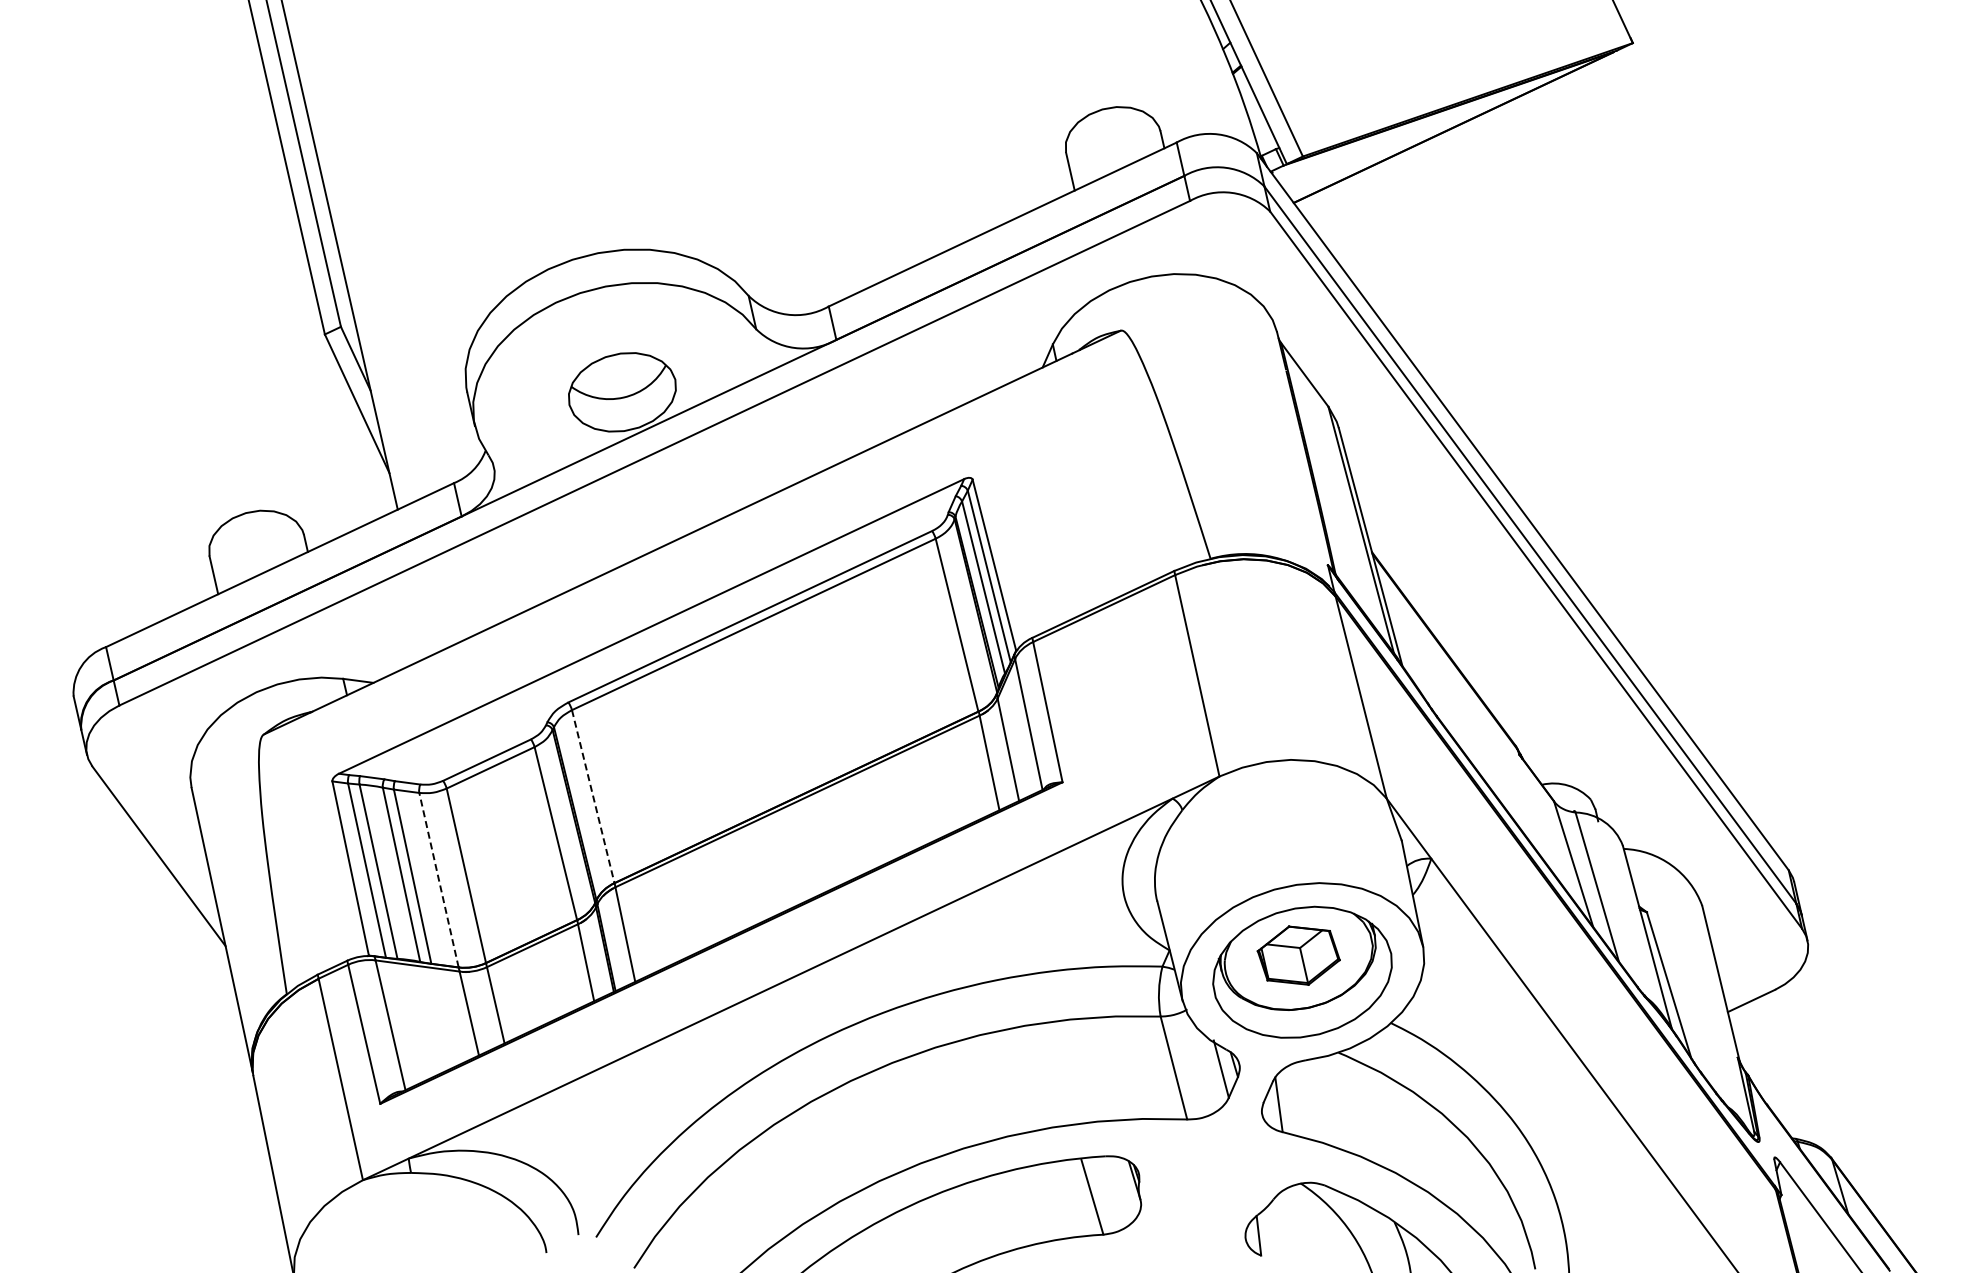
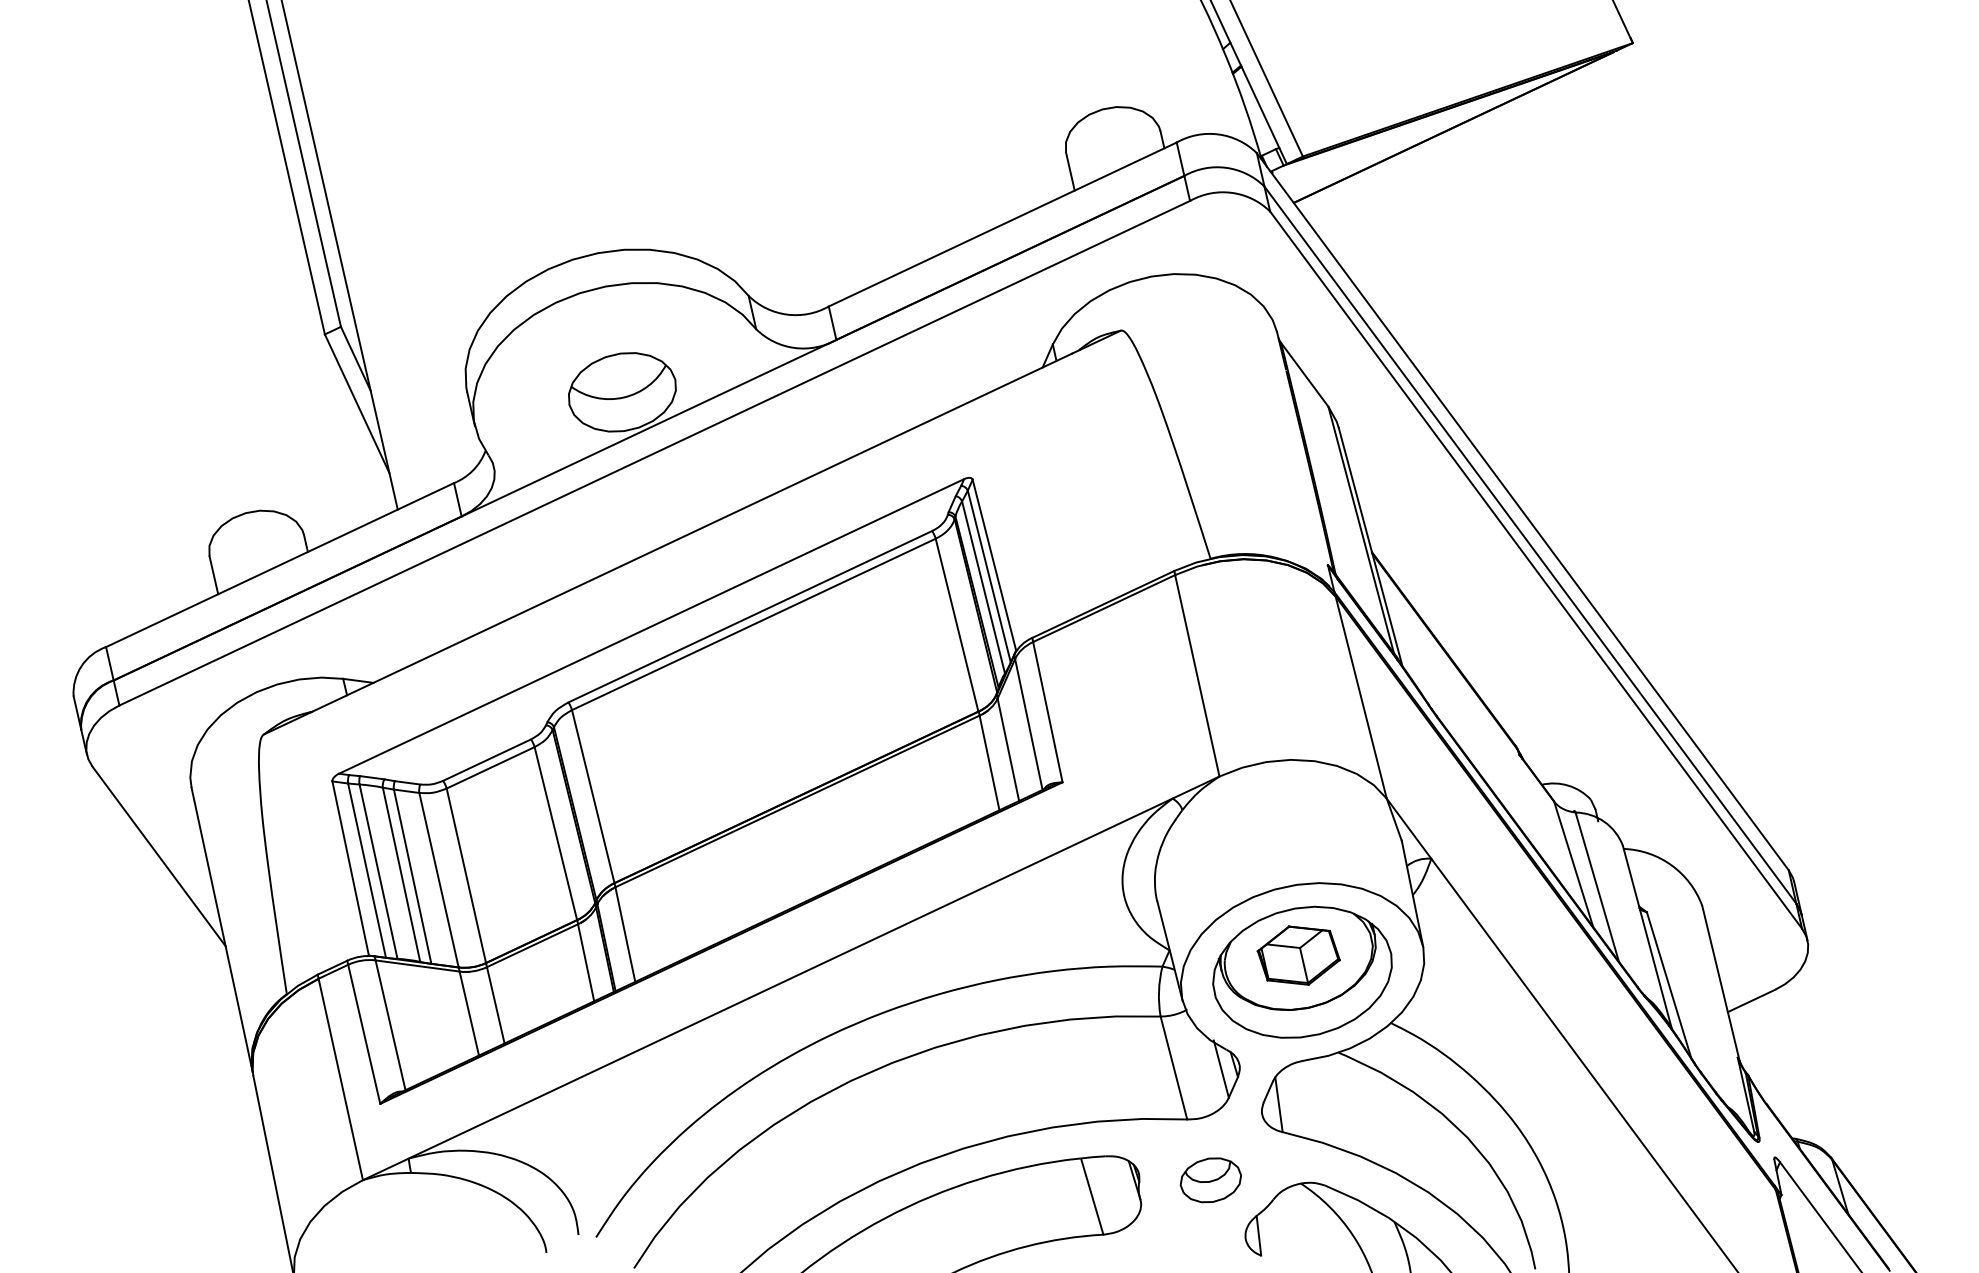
line at (593, 797): dashed -> solid
line at (438, 879): dashed -> solid
part at (1210, 1180): none -> present
